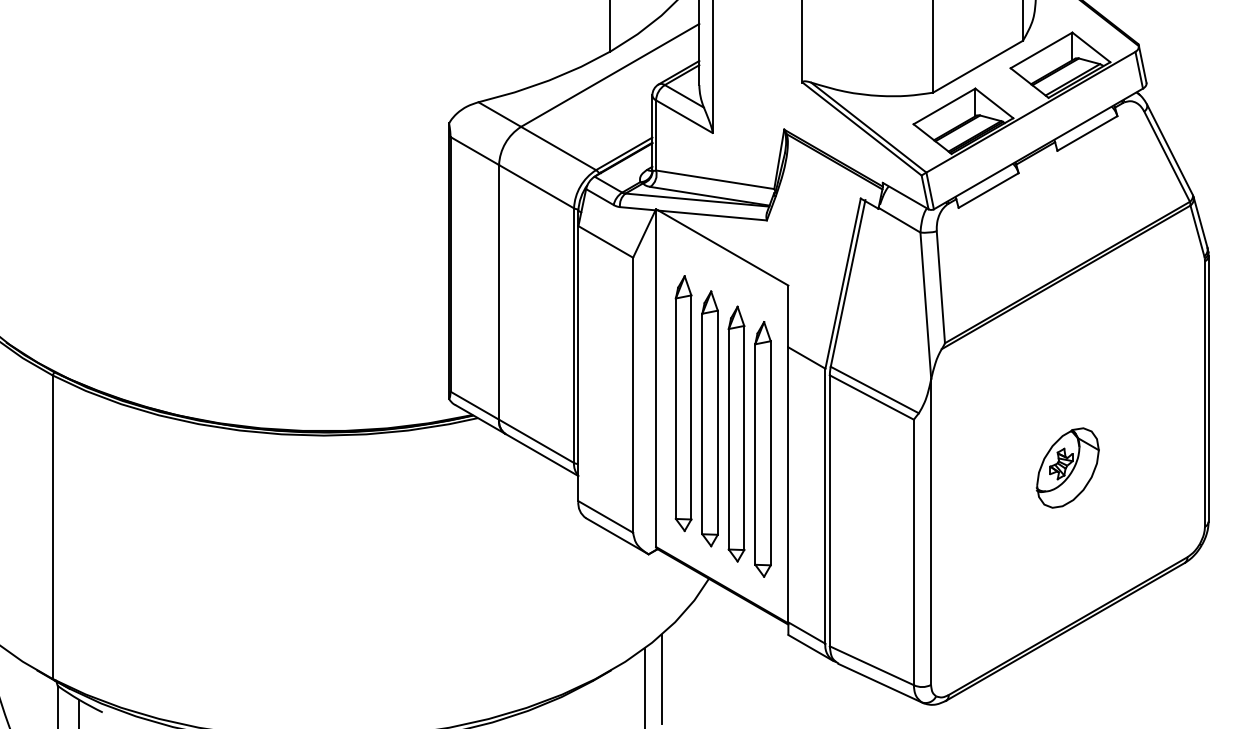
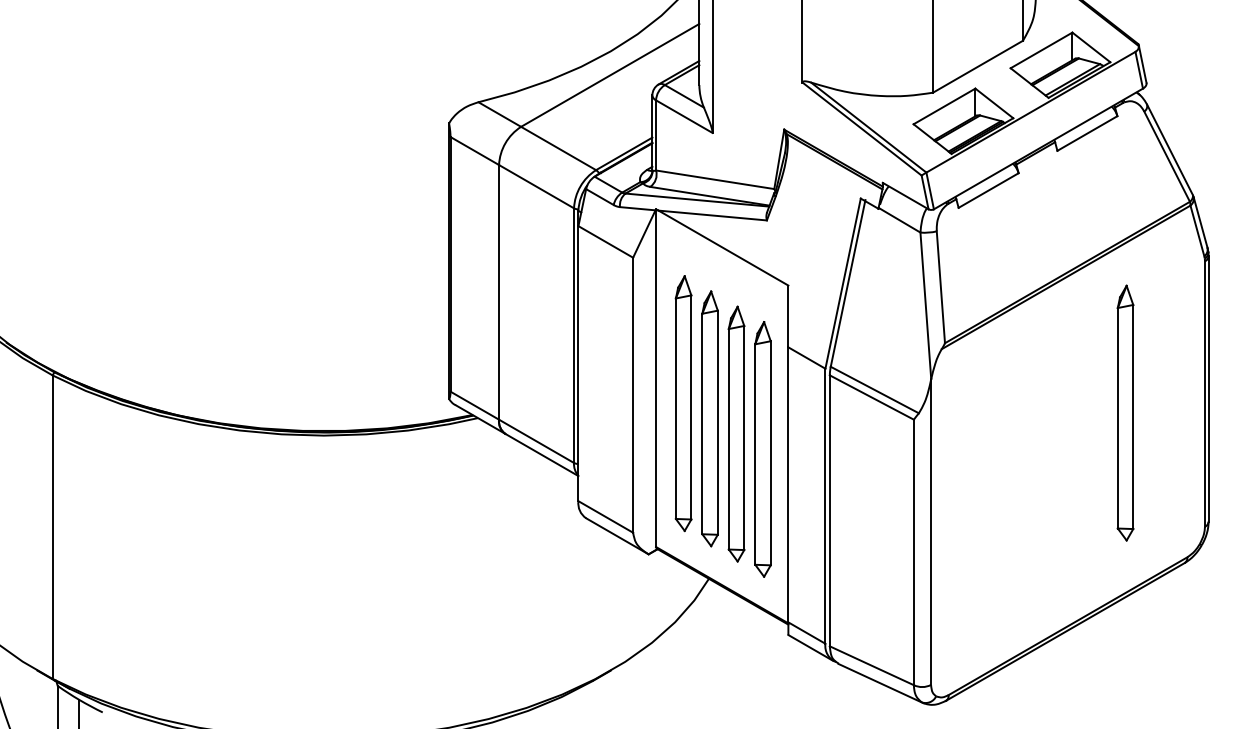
line at (610, 26): present -> none
part at (1125, 412): none -> present
part at (1067, 467): present -> none
line at (661, 678): present -> none
line at (644, 686): present -> none
